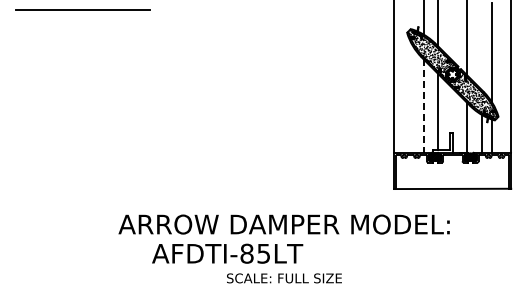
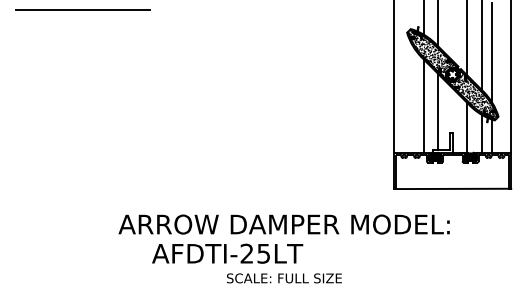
line at (482, 46): none -> present
line at (423, 105): dashed -> solid
text at (246, 253): AFDTI-85LT -> AFDTI-25LT
